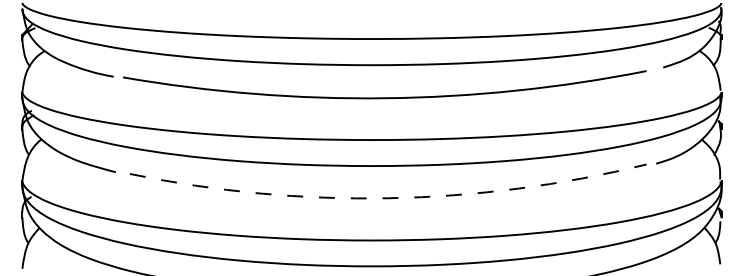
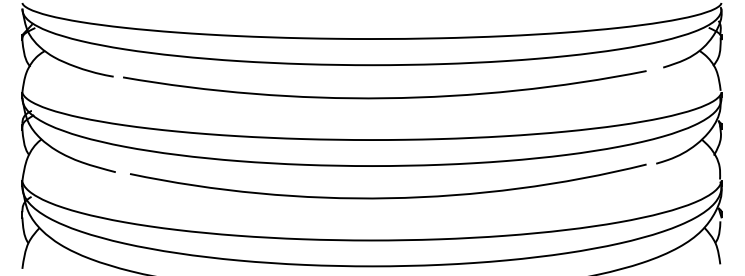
arc at (388, 198): dashed -> solid
